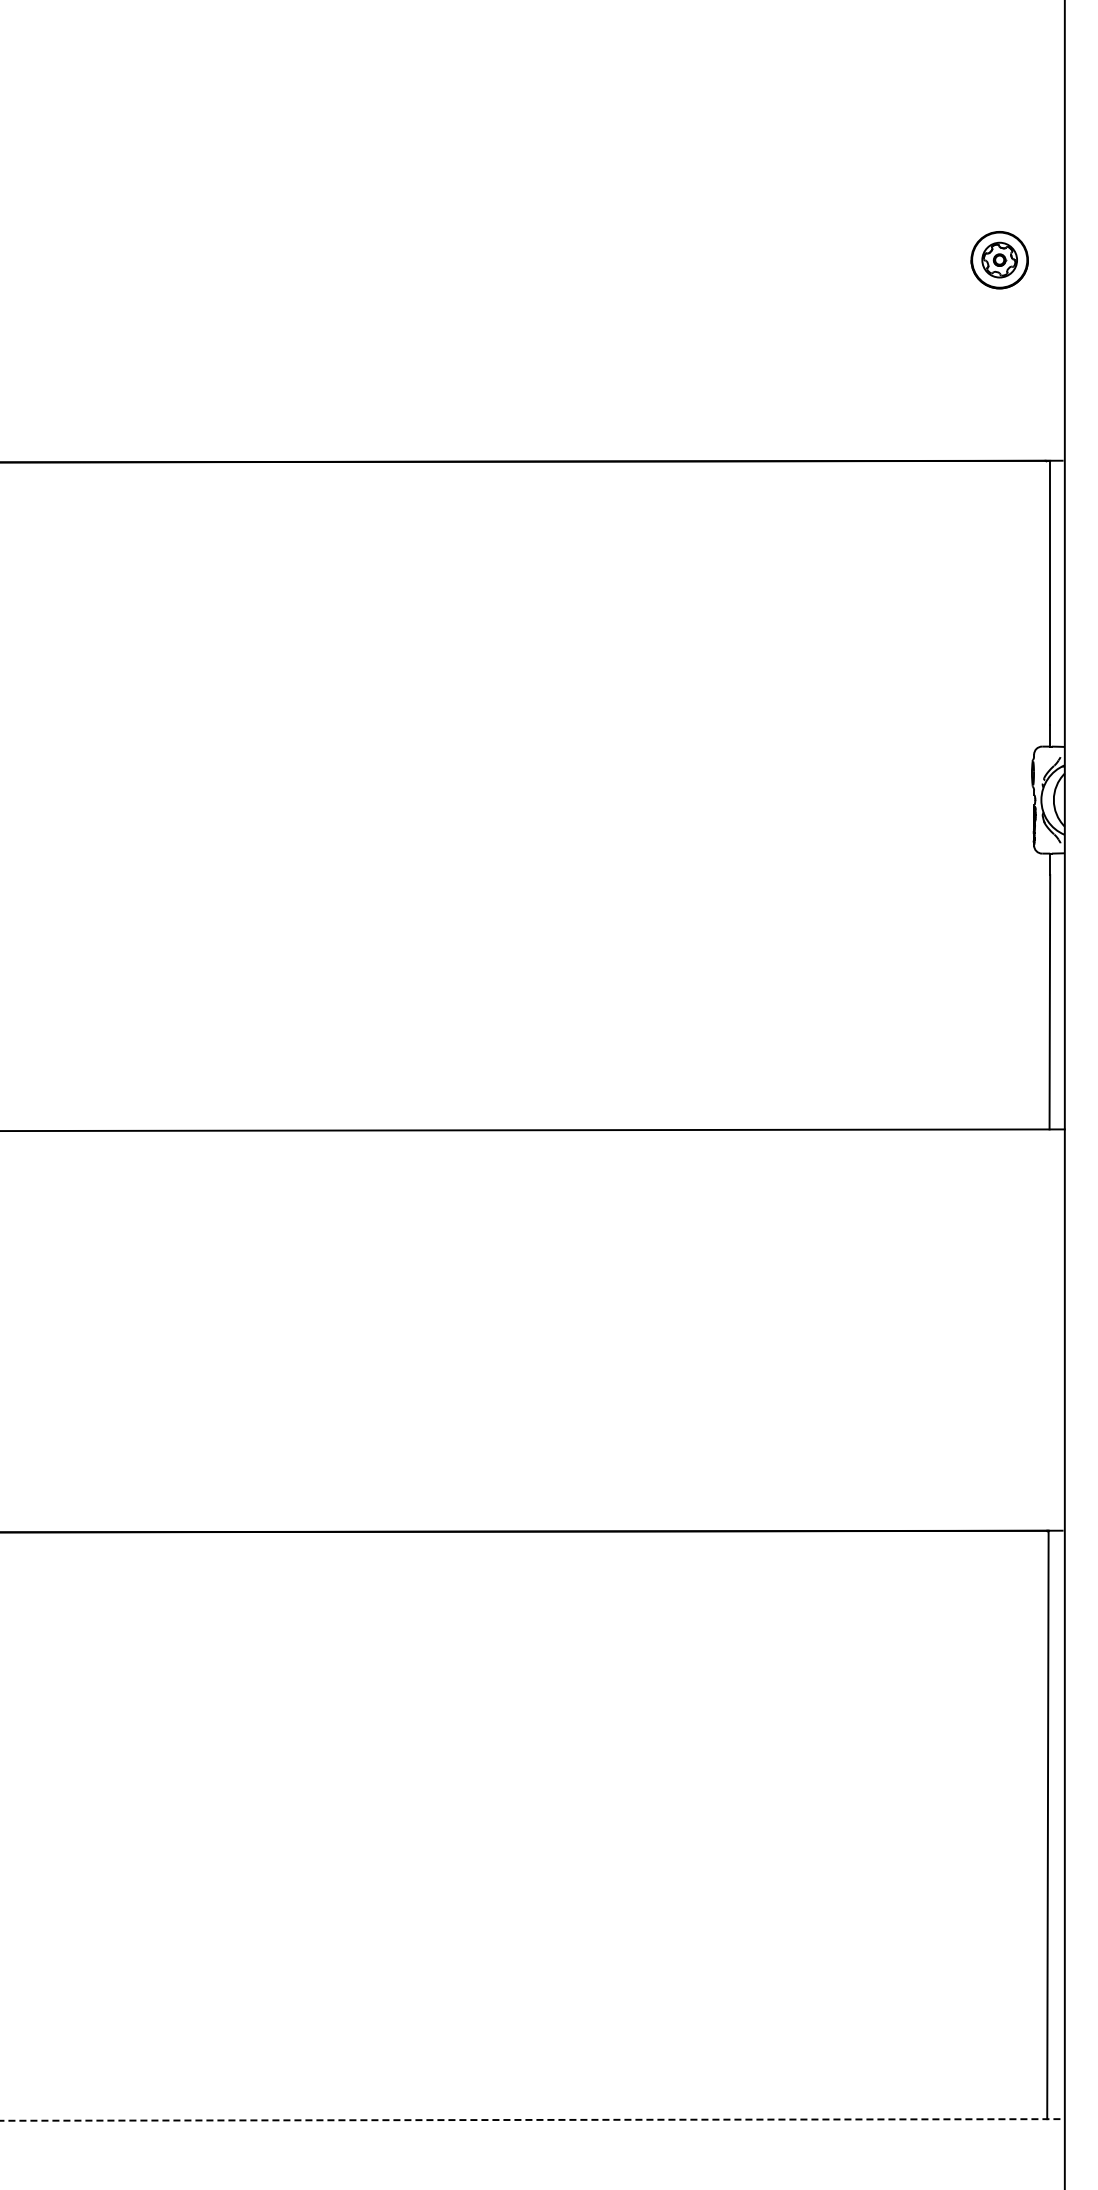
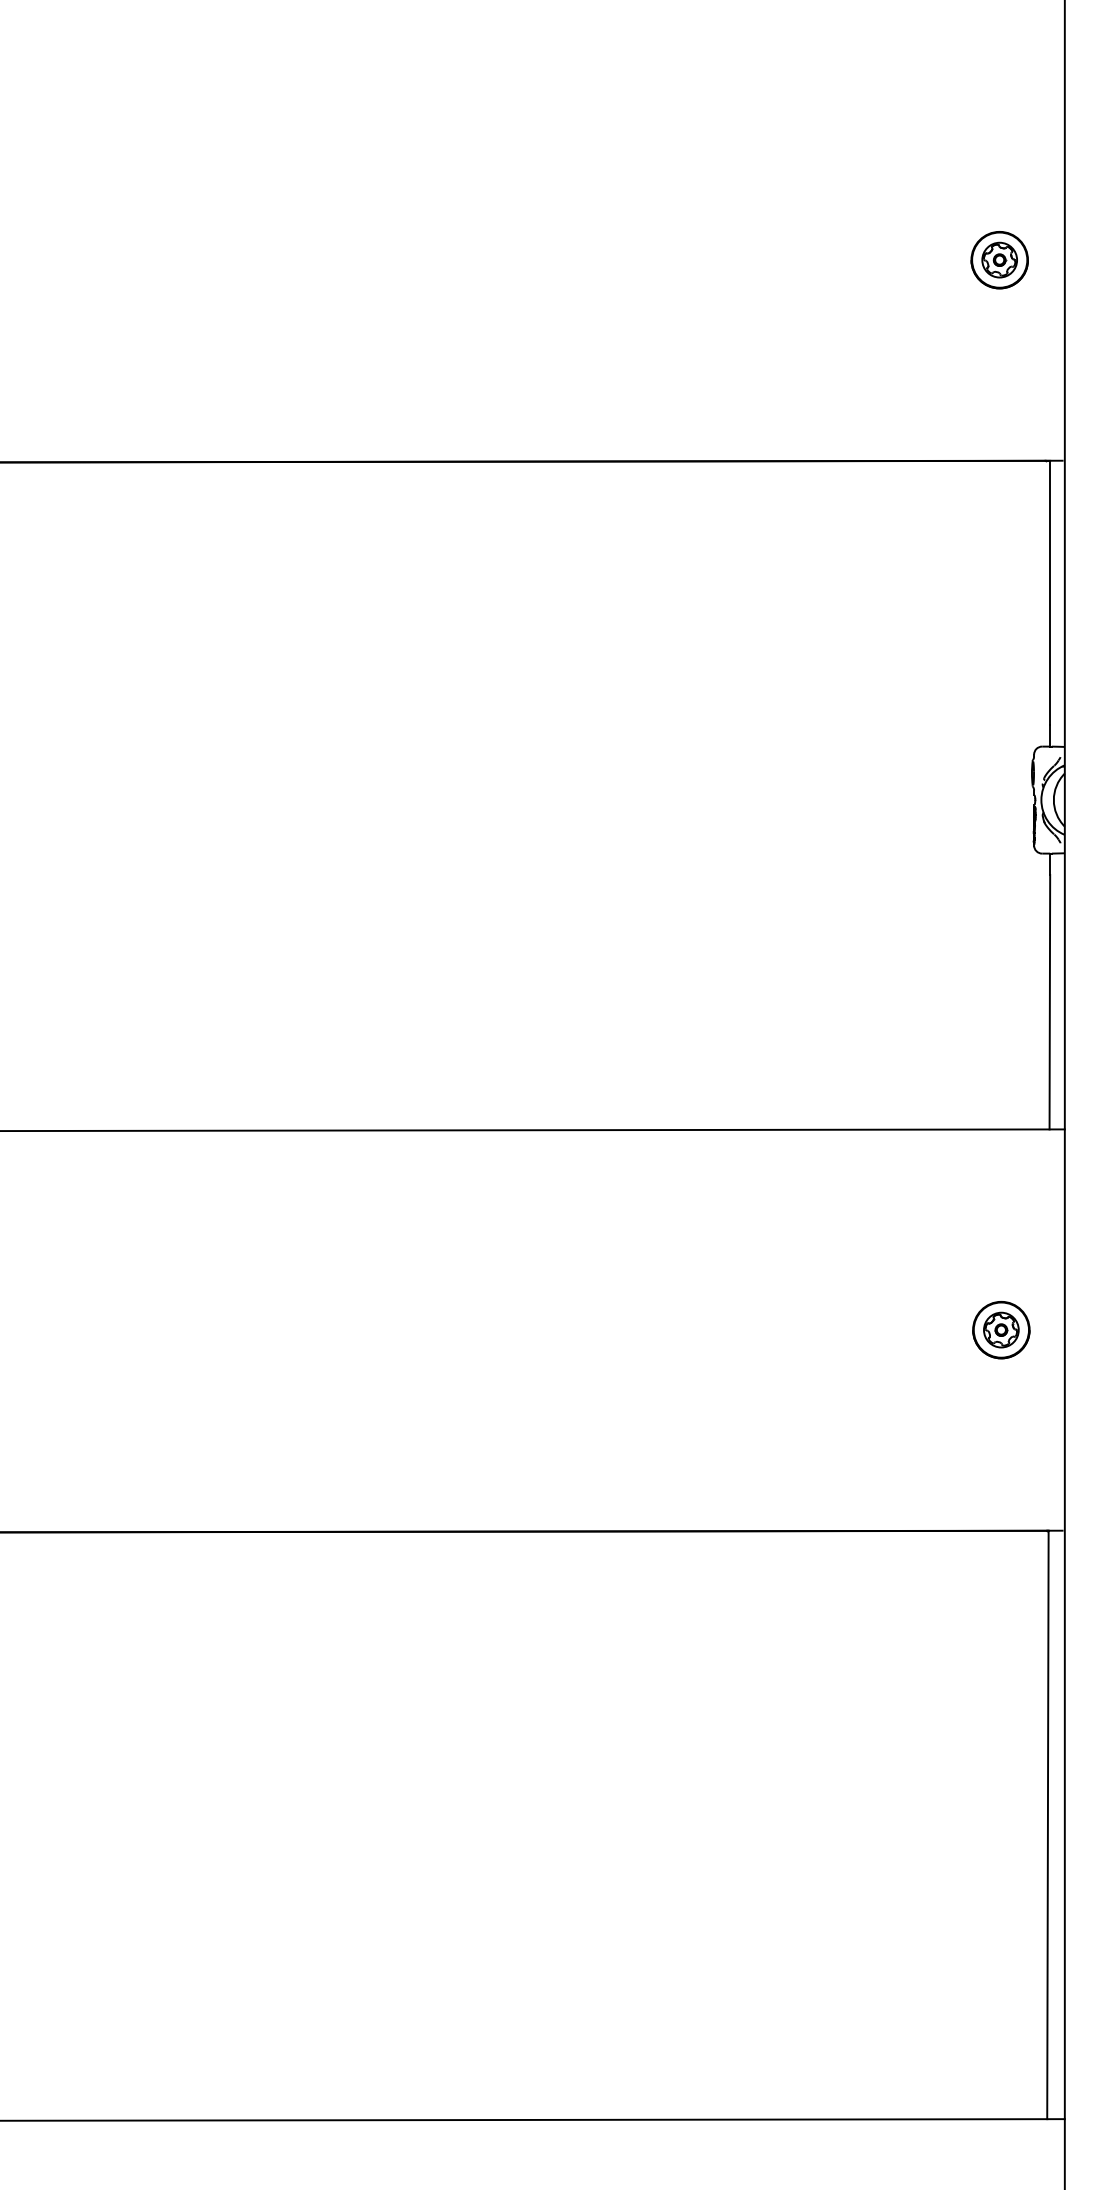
part at (1001, 1330): none -> present
line at (533, 2119): dashed -> solid
